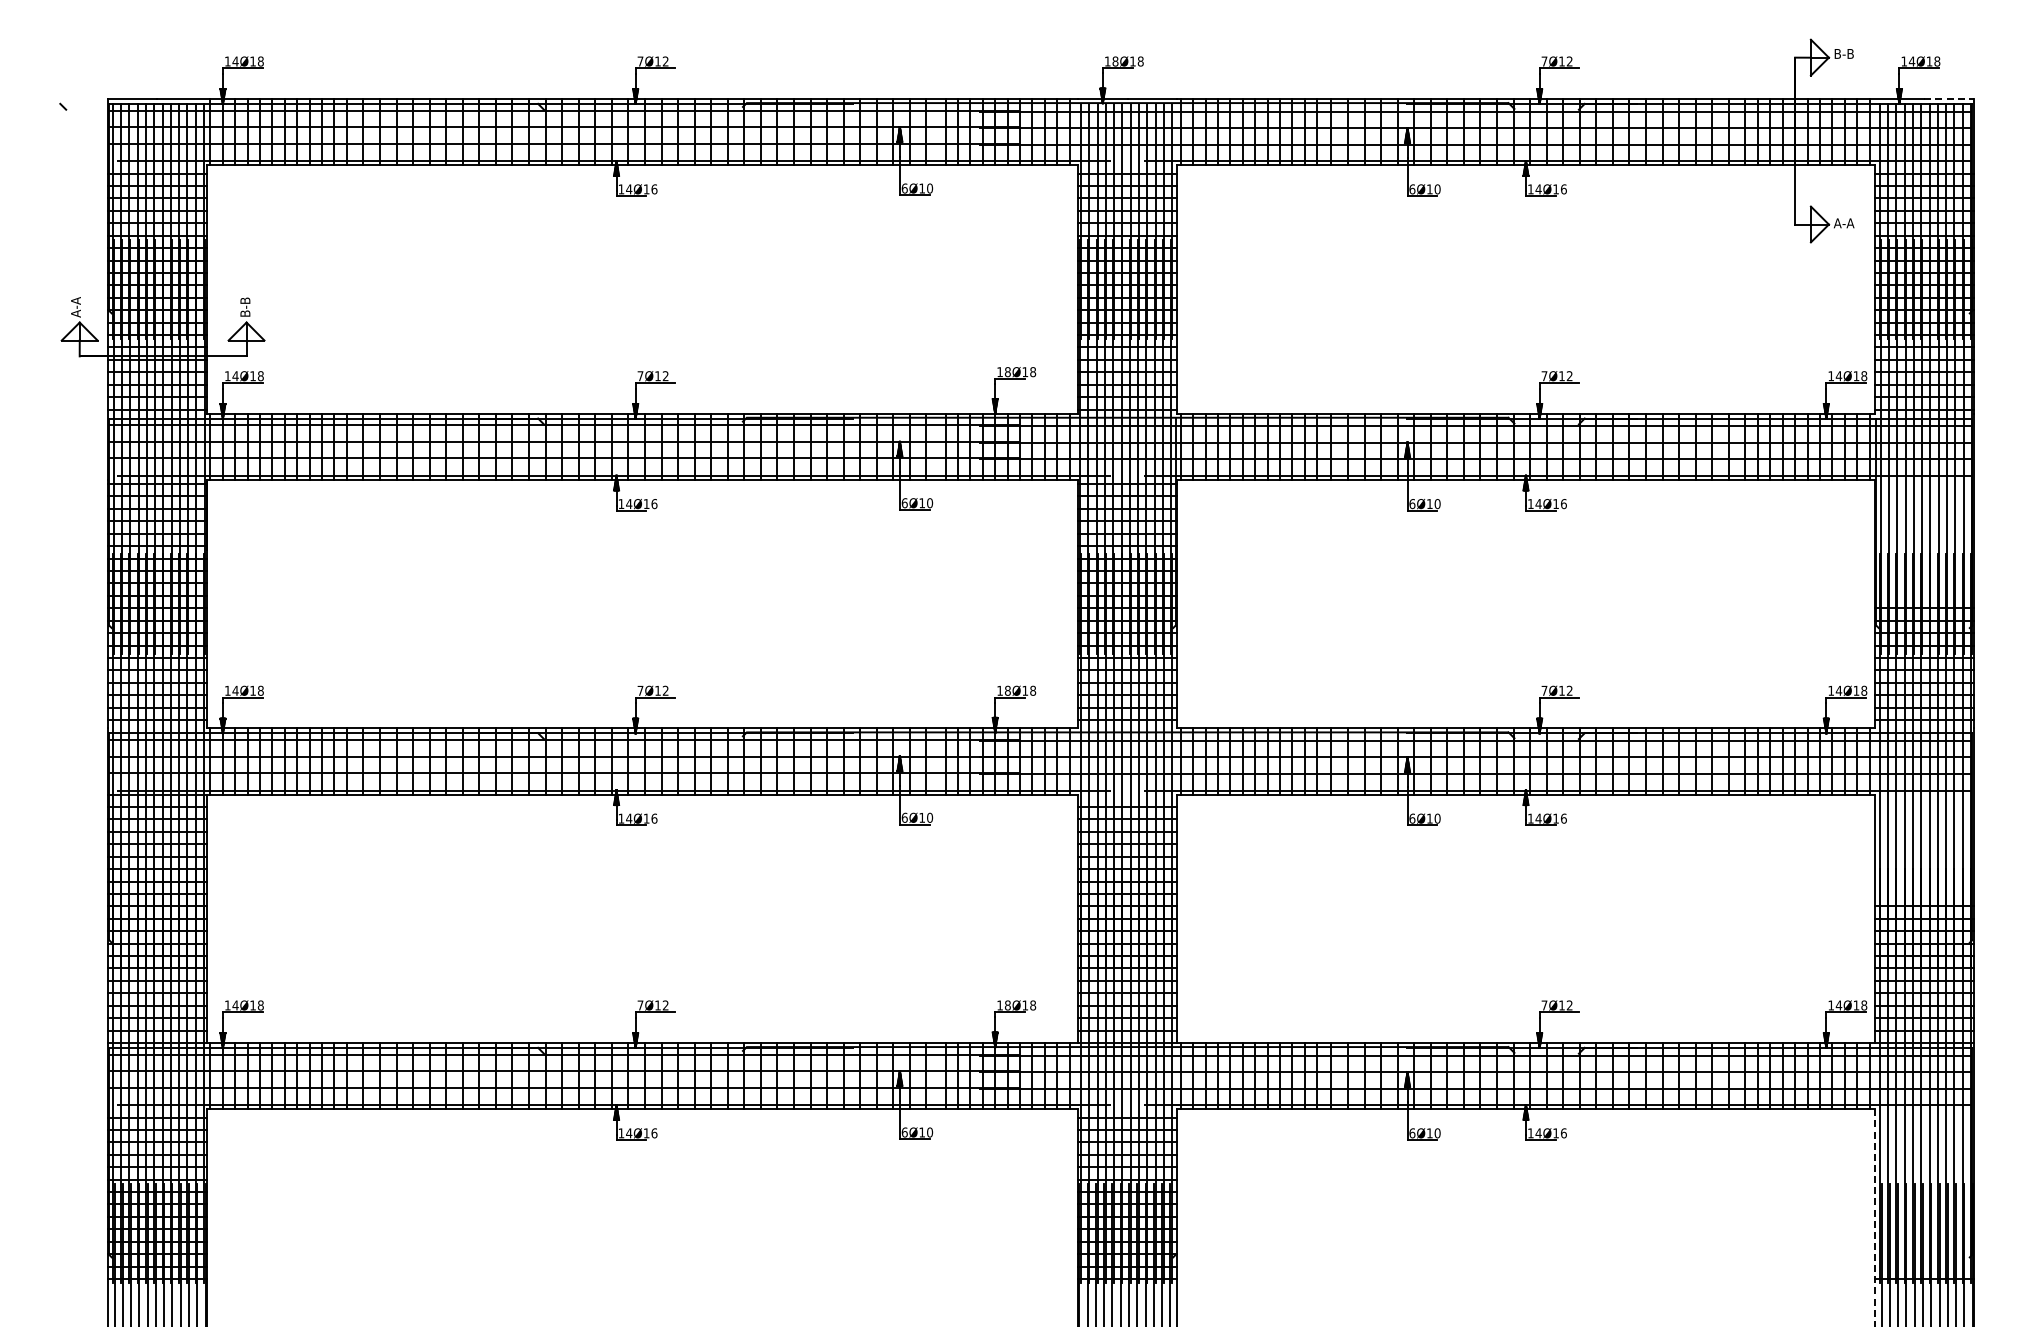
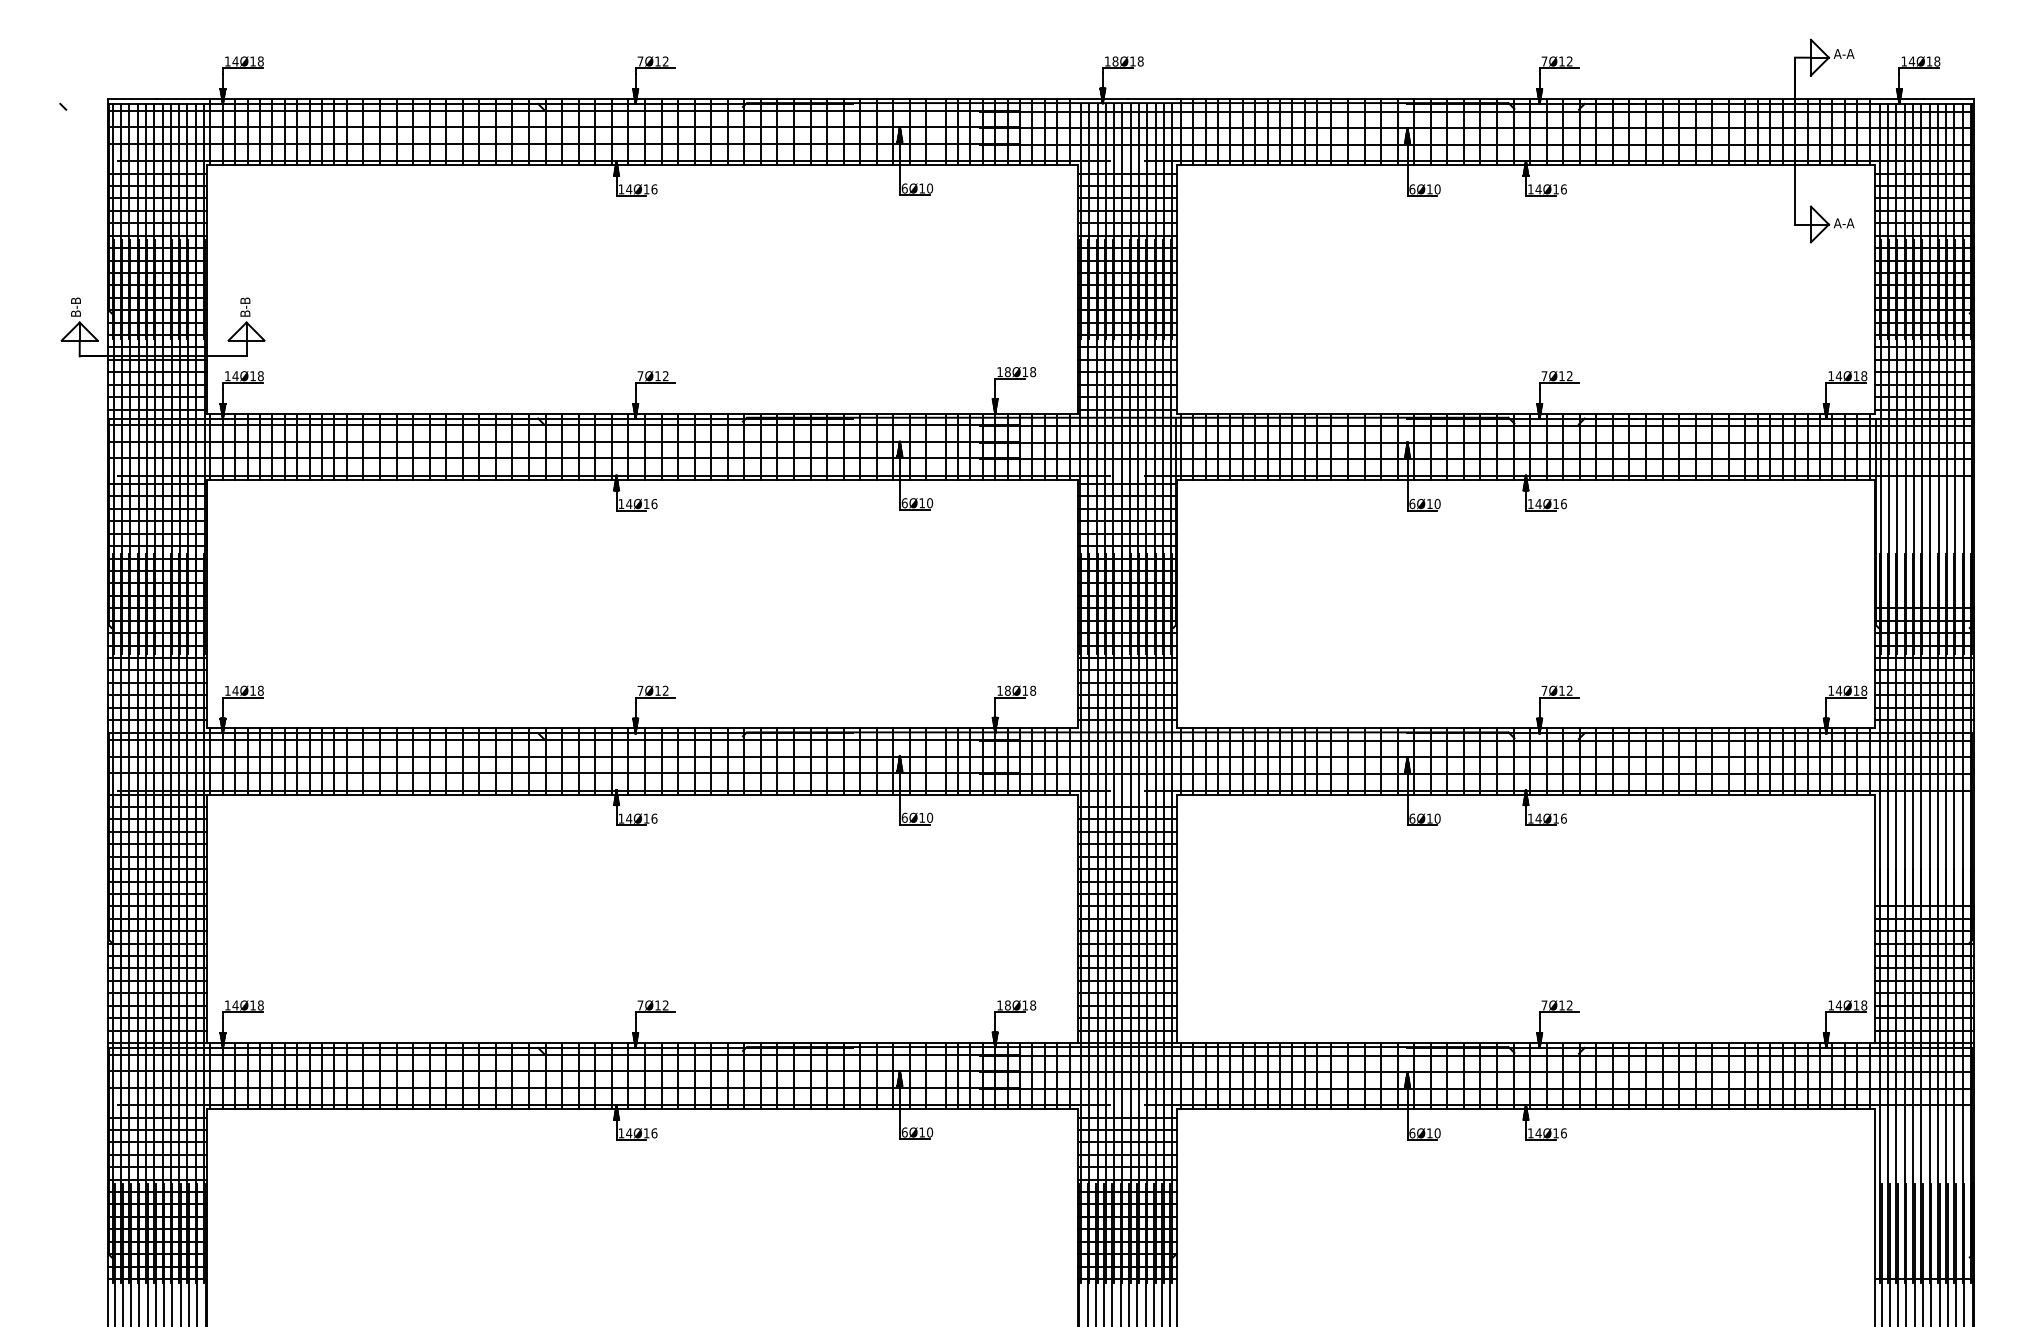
text at (1843, 53): B-B -> A-A
line at (1949, 99): dashed -> solid
text at (75, 307): A-A -> B-B
line at (1874, 1217): dashed -> solid
